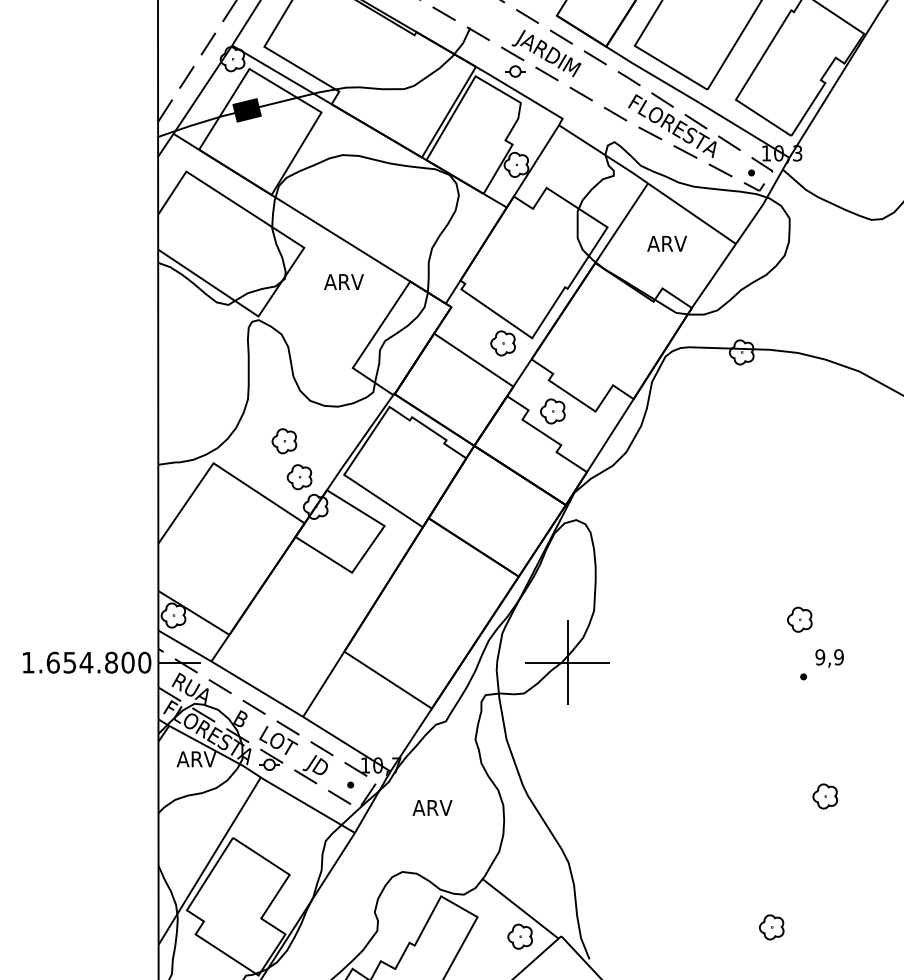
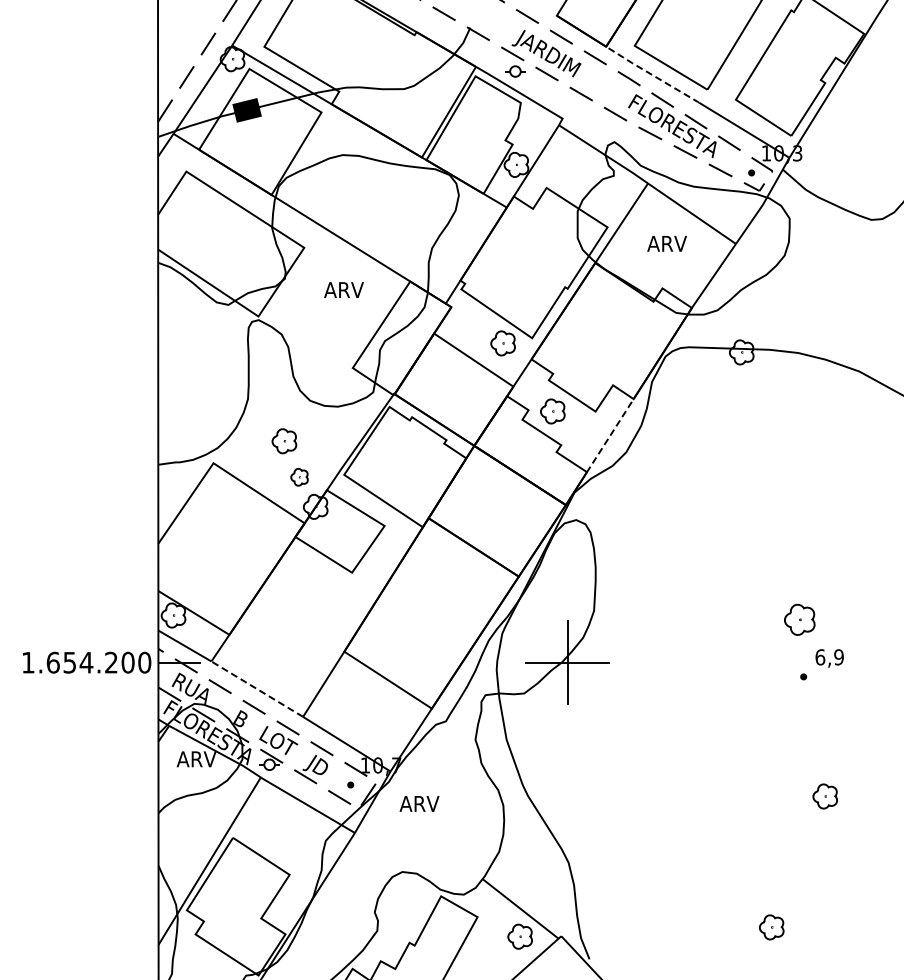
line at (652, 75): solid -> dashed
text at (343, 281) position: (343, 281) -> (343, 289)
line at (610, 435): solid -> dashed
part at (299, 477) size: 27x27 px -> 19x19 px
part at (799, 619) size: 26x27 px -> 32x33 px
text at (820, 657): 9,9 -> 6,9
text at (111, 662): 1.654.800 -> 1.654.200
line at (257, 689): solid -> dashed
text at (432, 807) position: (432, 807) -> (419, 803)
